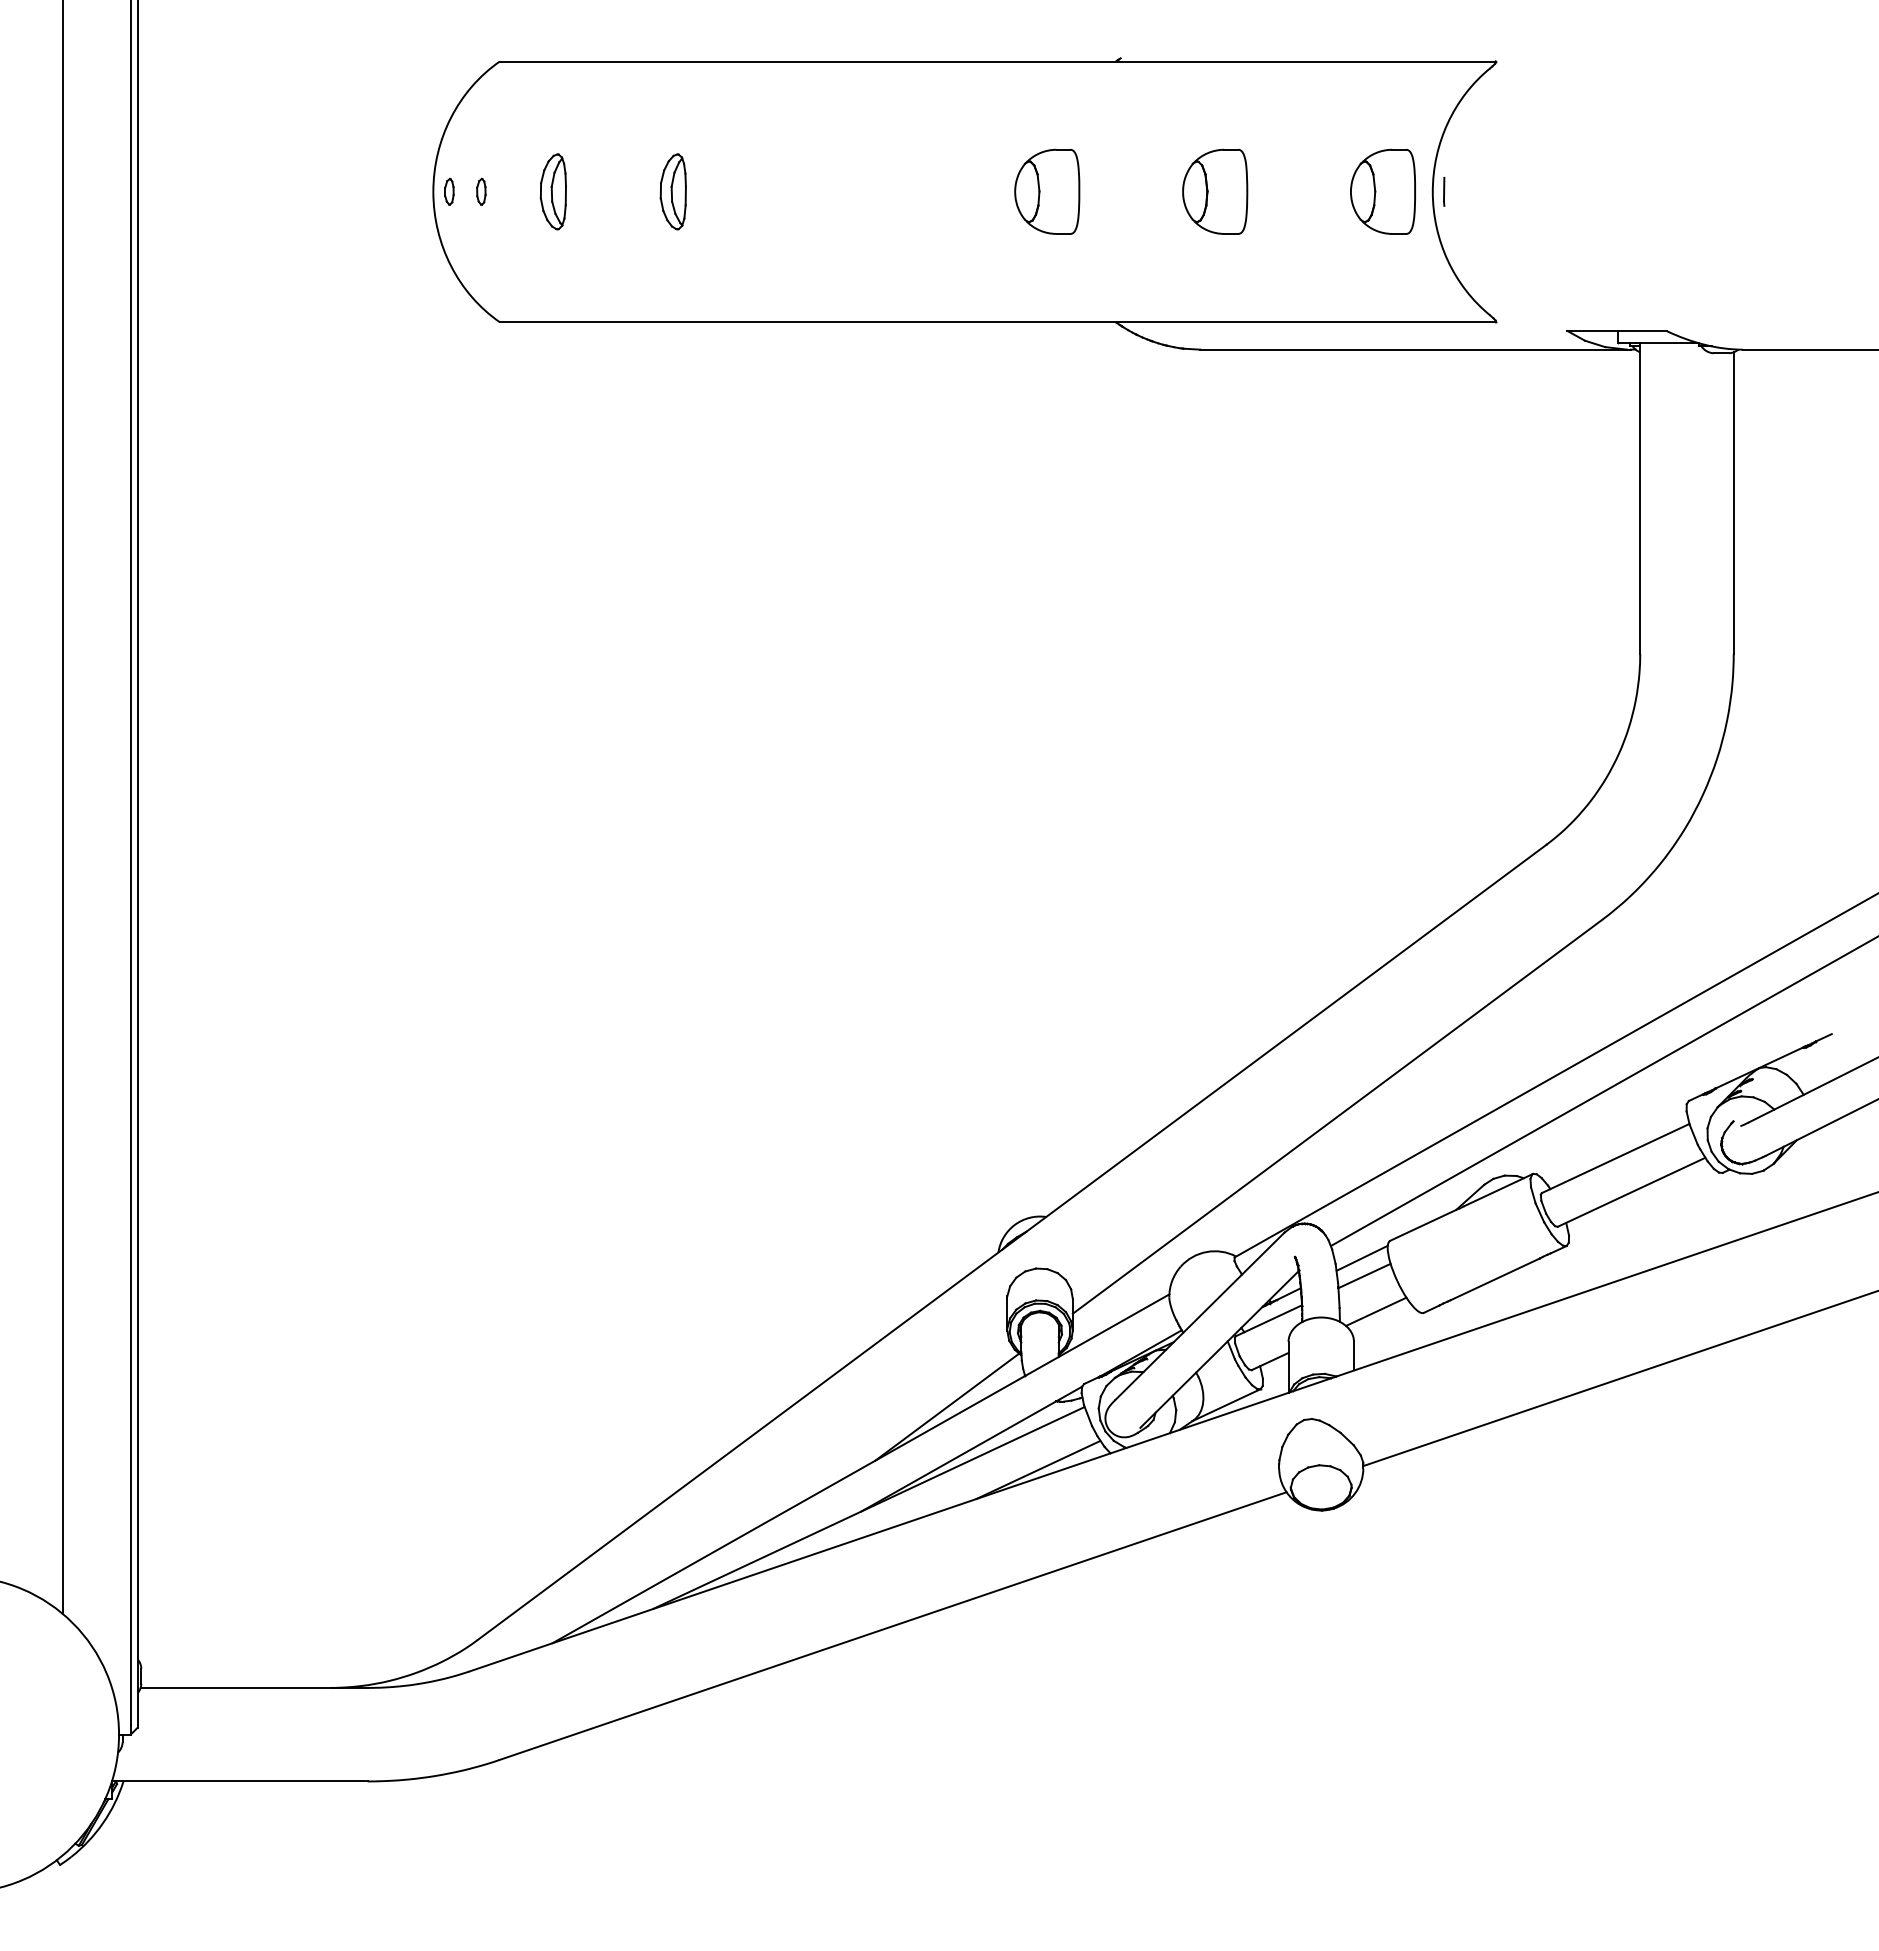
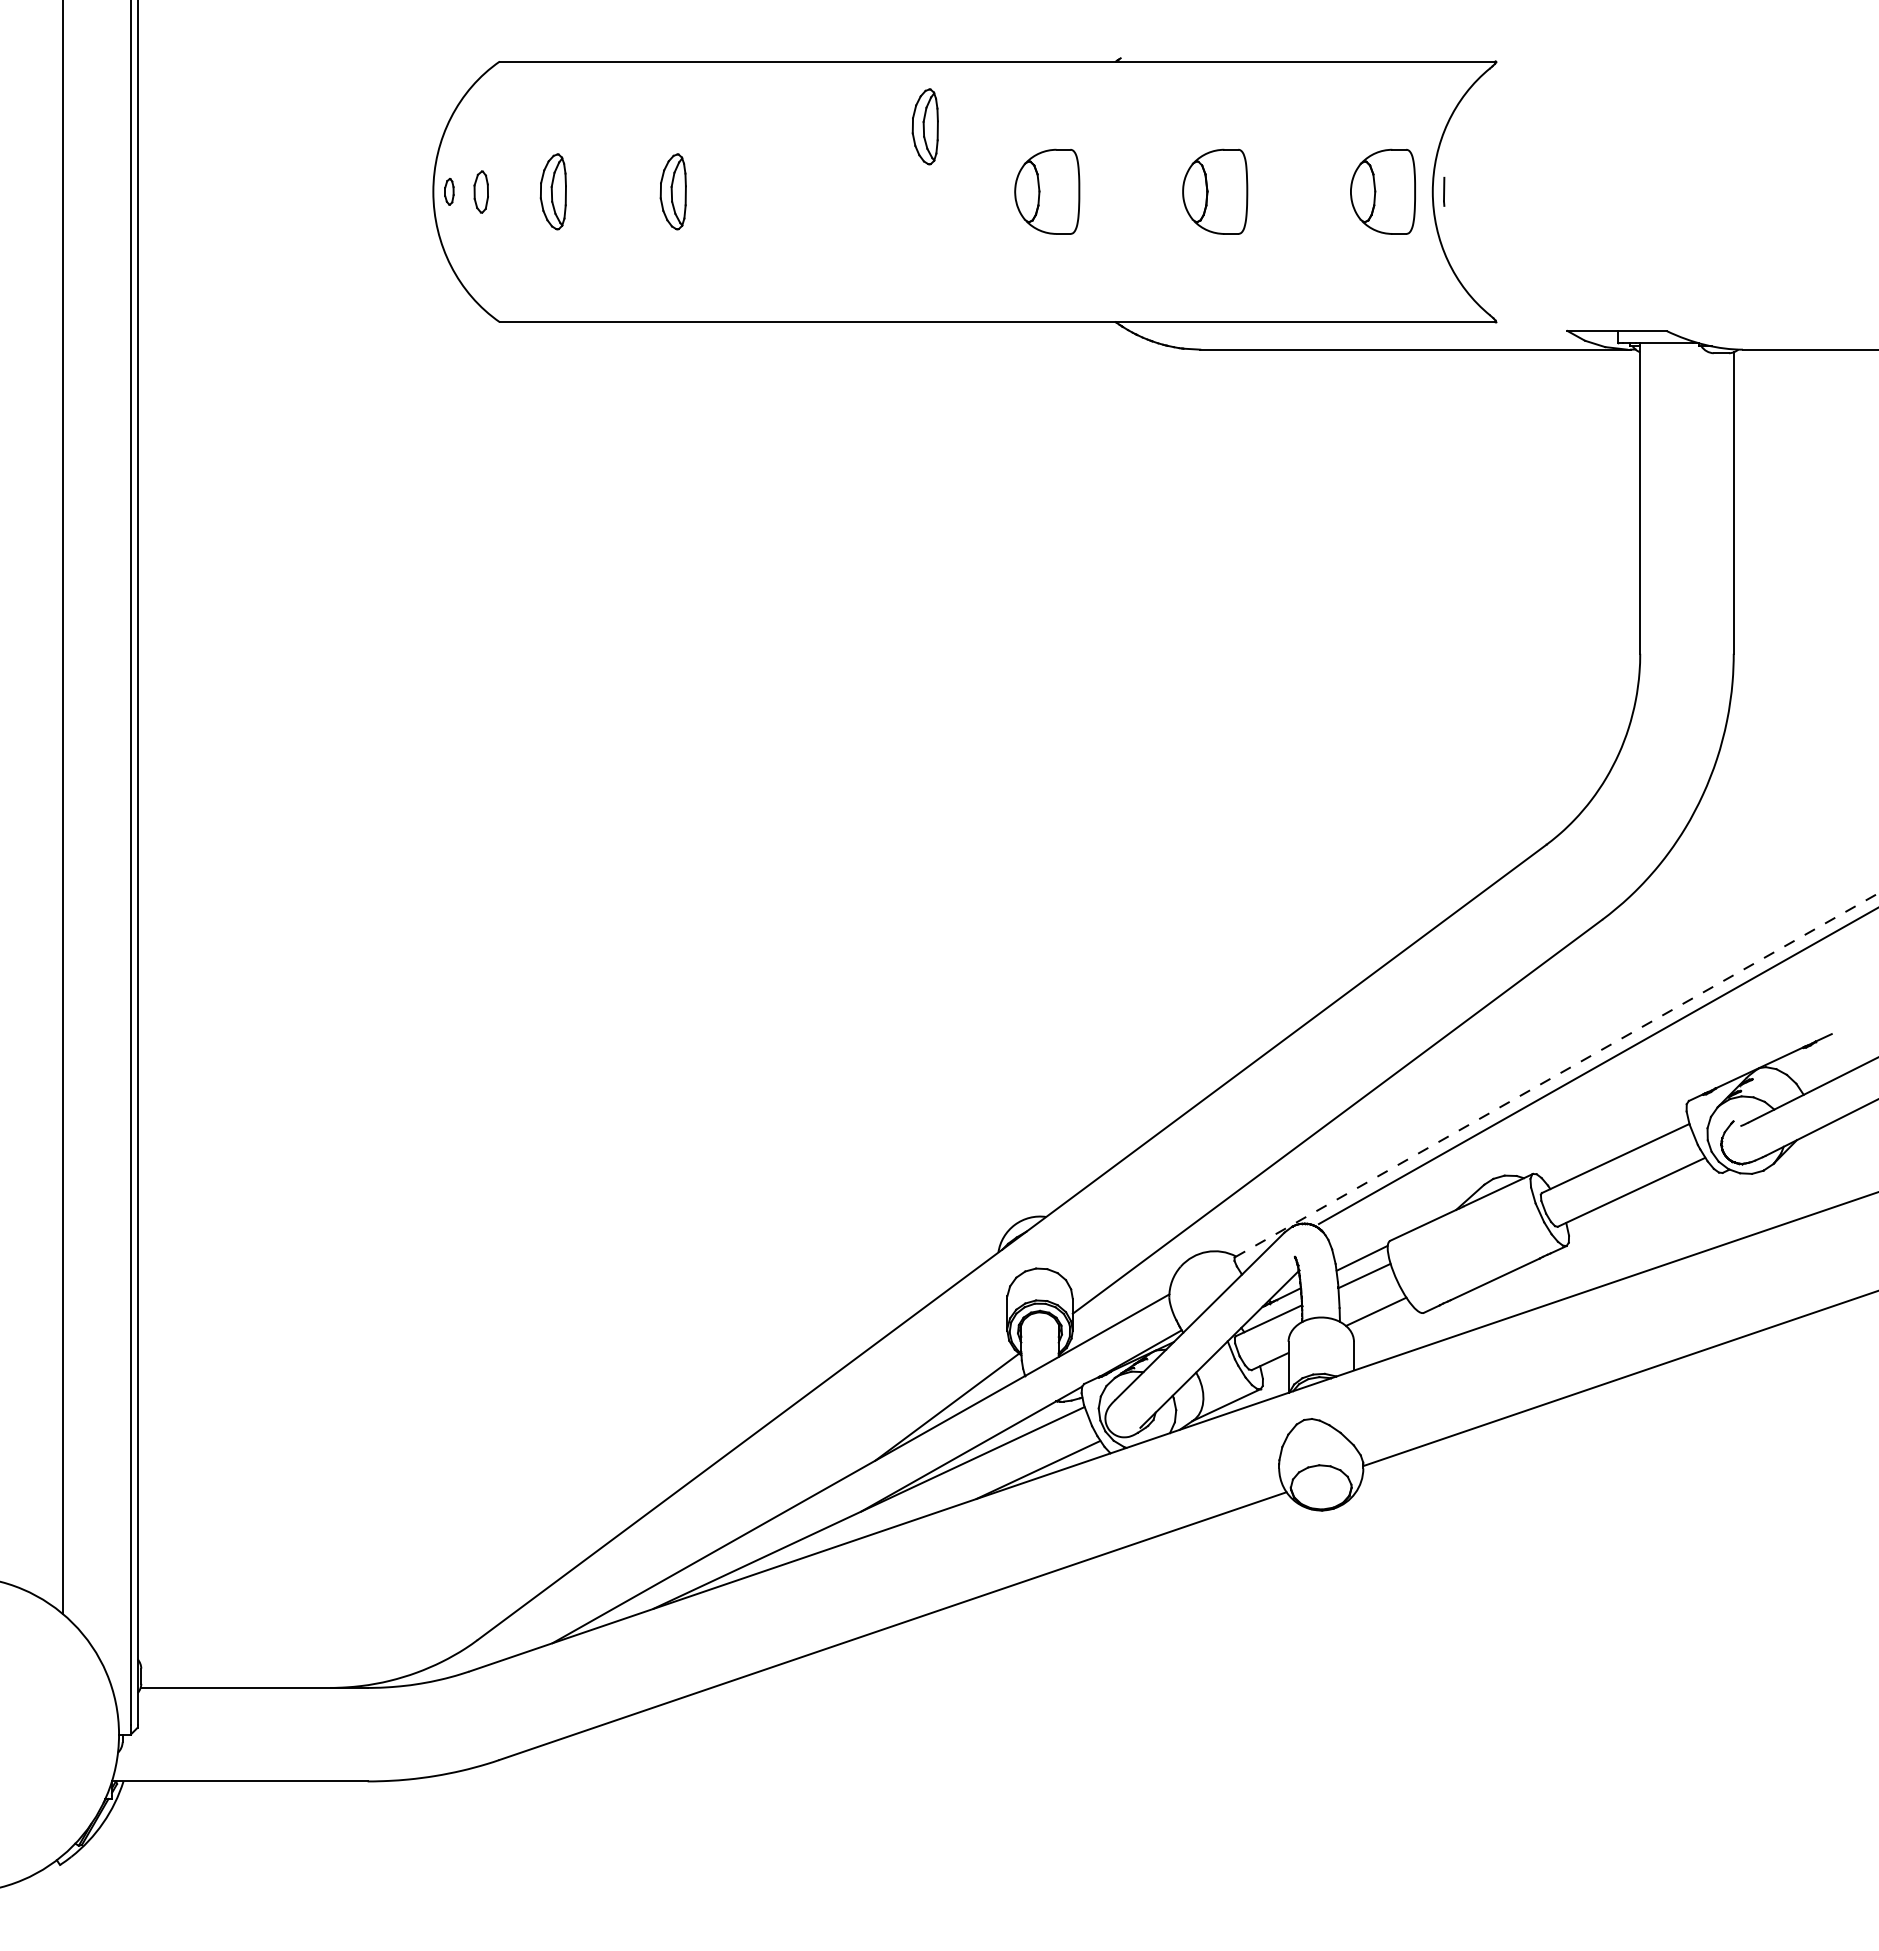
part at (924, 126): none -> present
part at (481, 191) size: 11x29 px -> 16x44 px
line at (1556, 1075): solid -> dashed
line at (1602, 1091) position: (1602, 1091) -> (1596, 1066)
